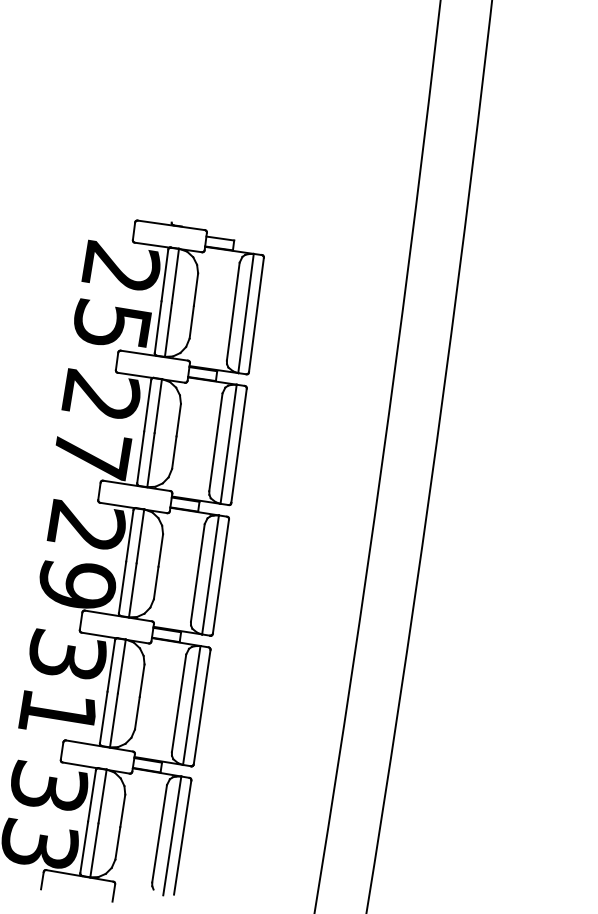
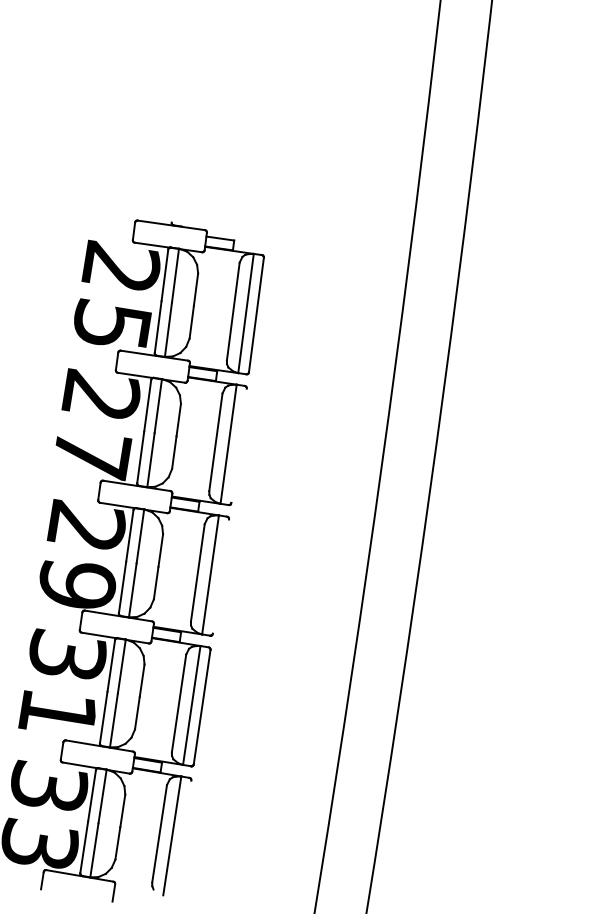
line at (238, 445): present -> none
line at (220, 576): present -> none
line at (182, 837): present -> none
